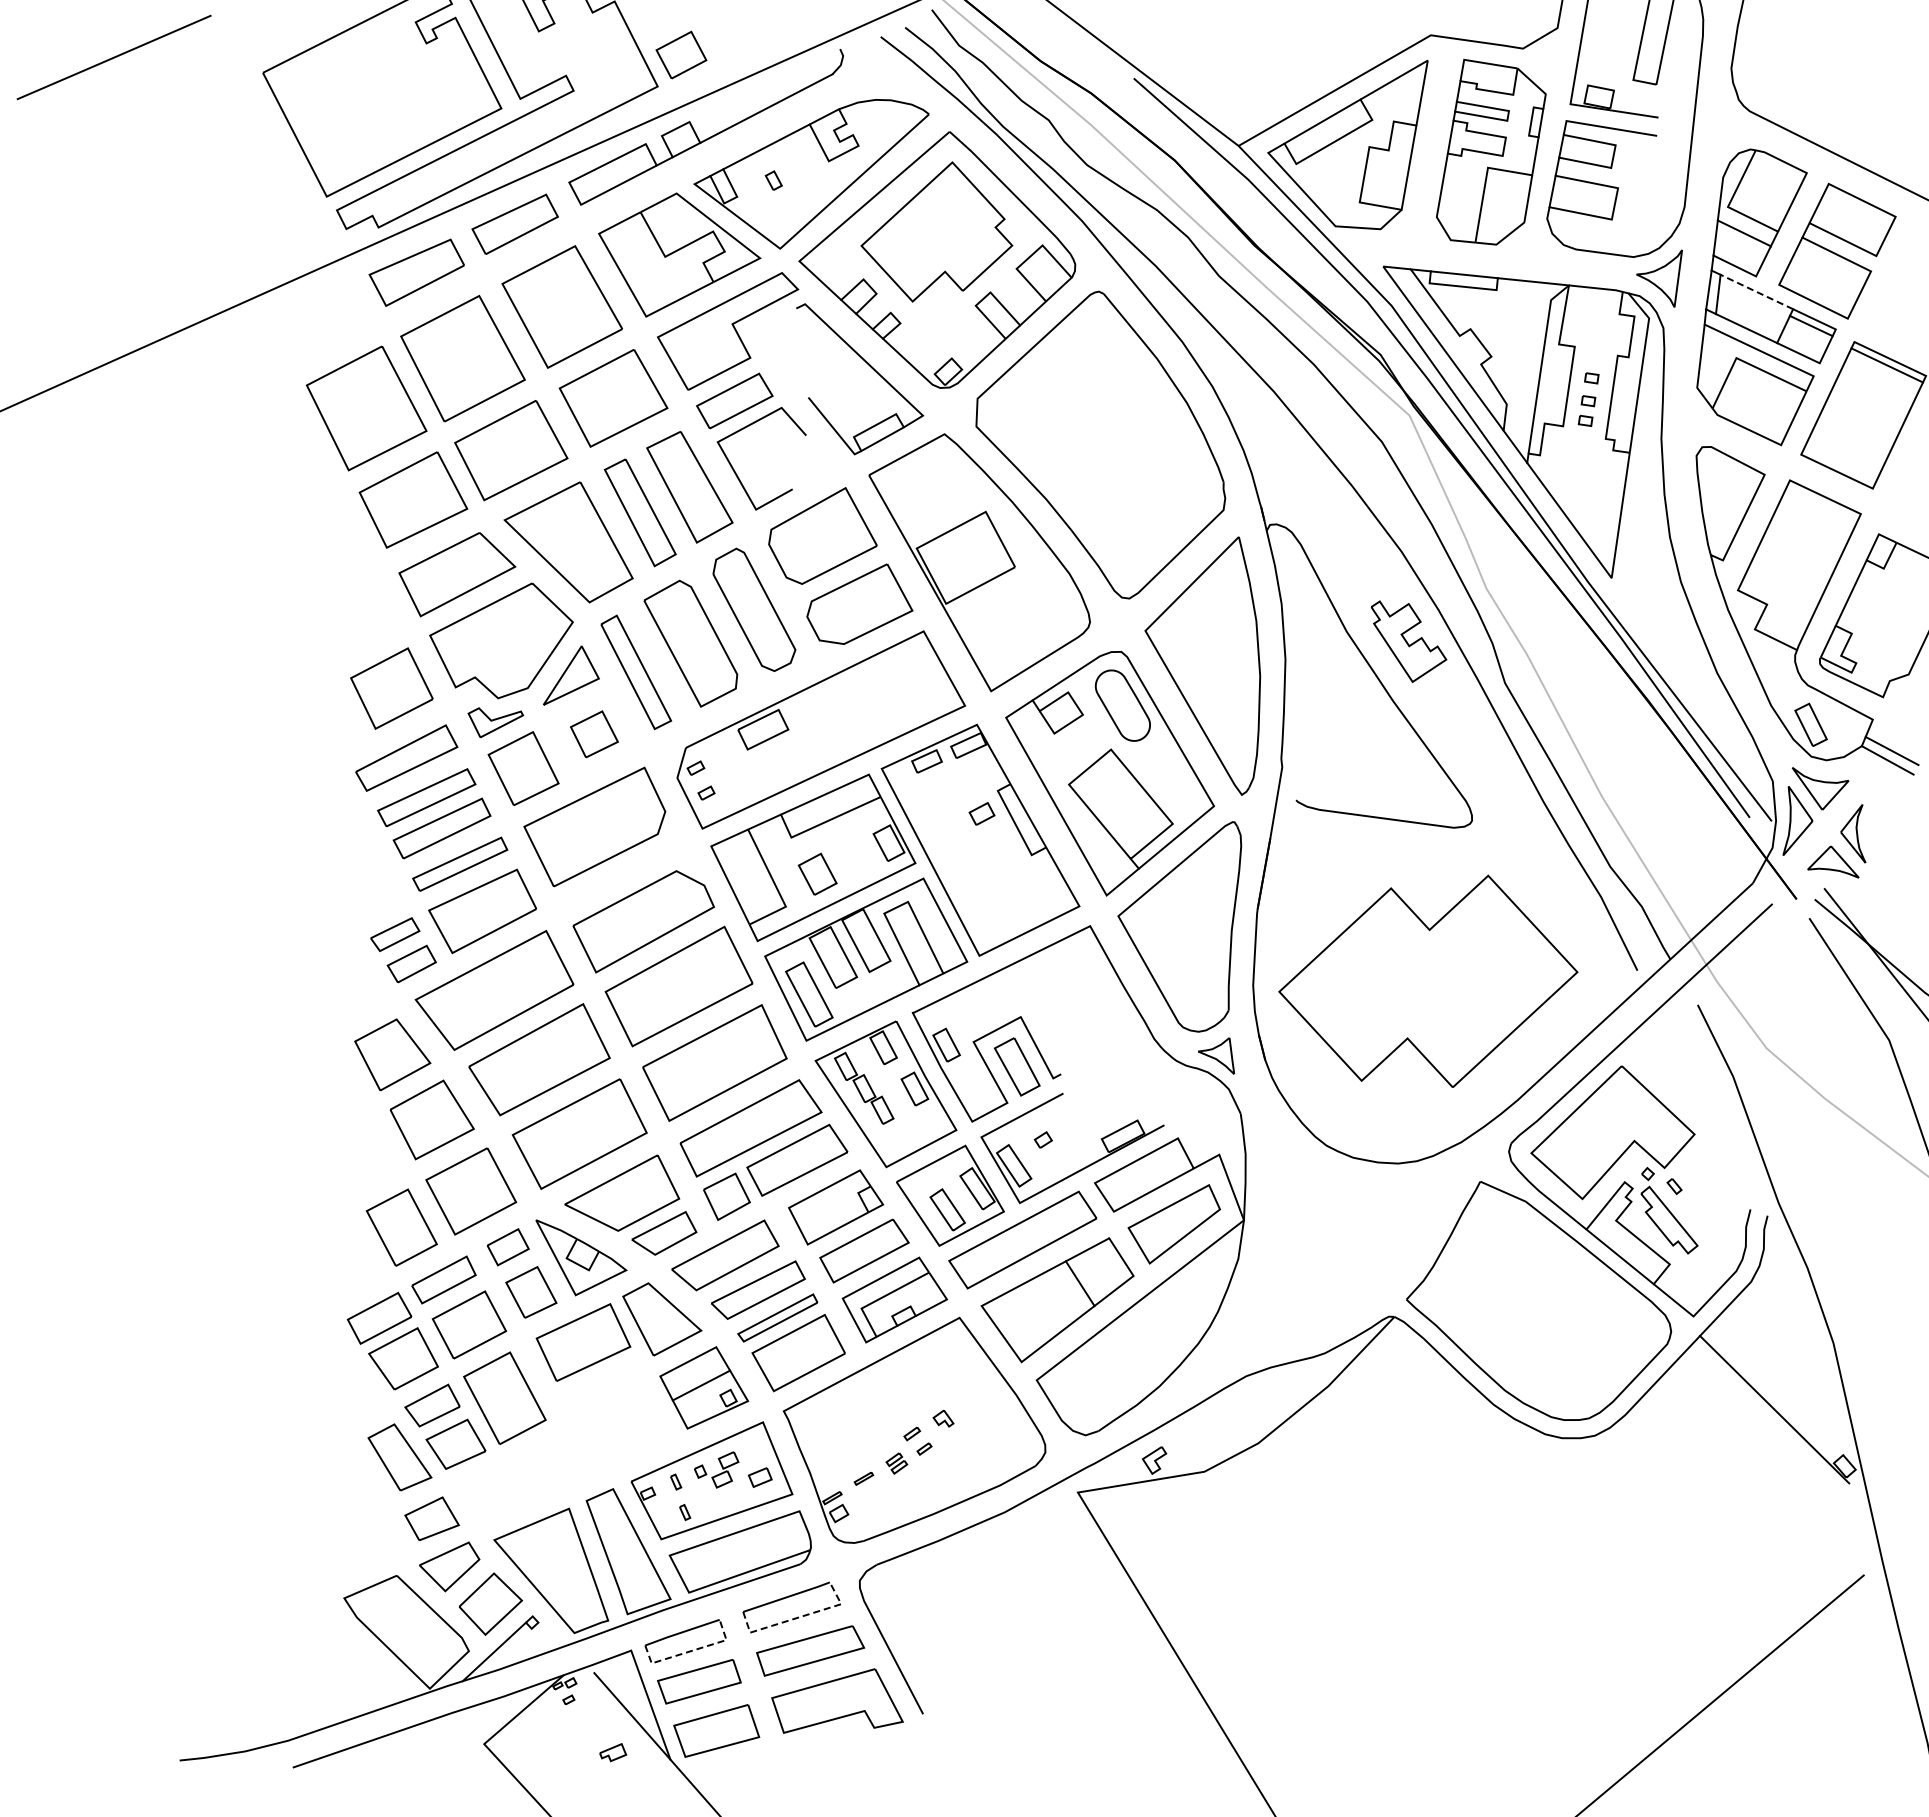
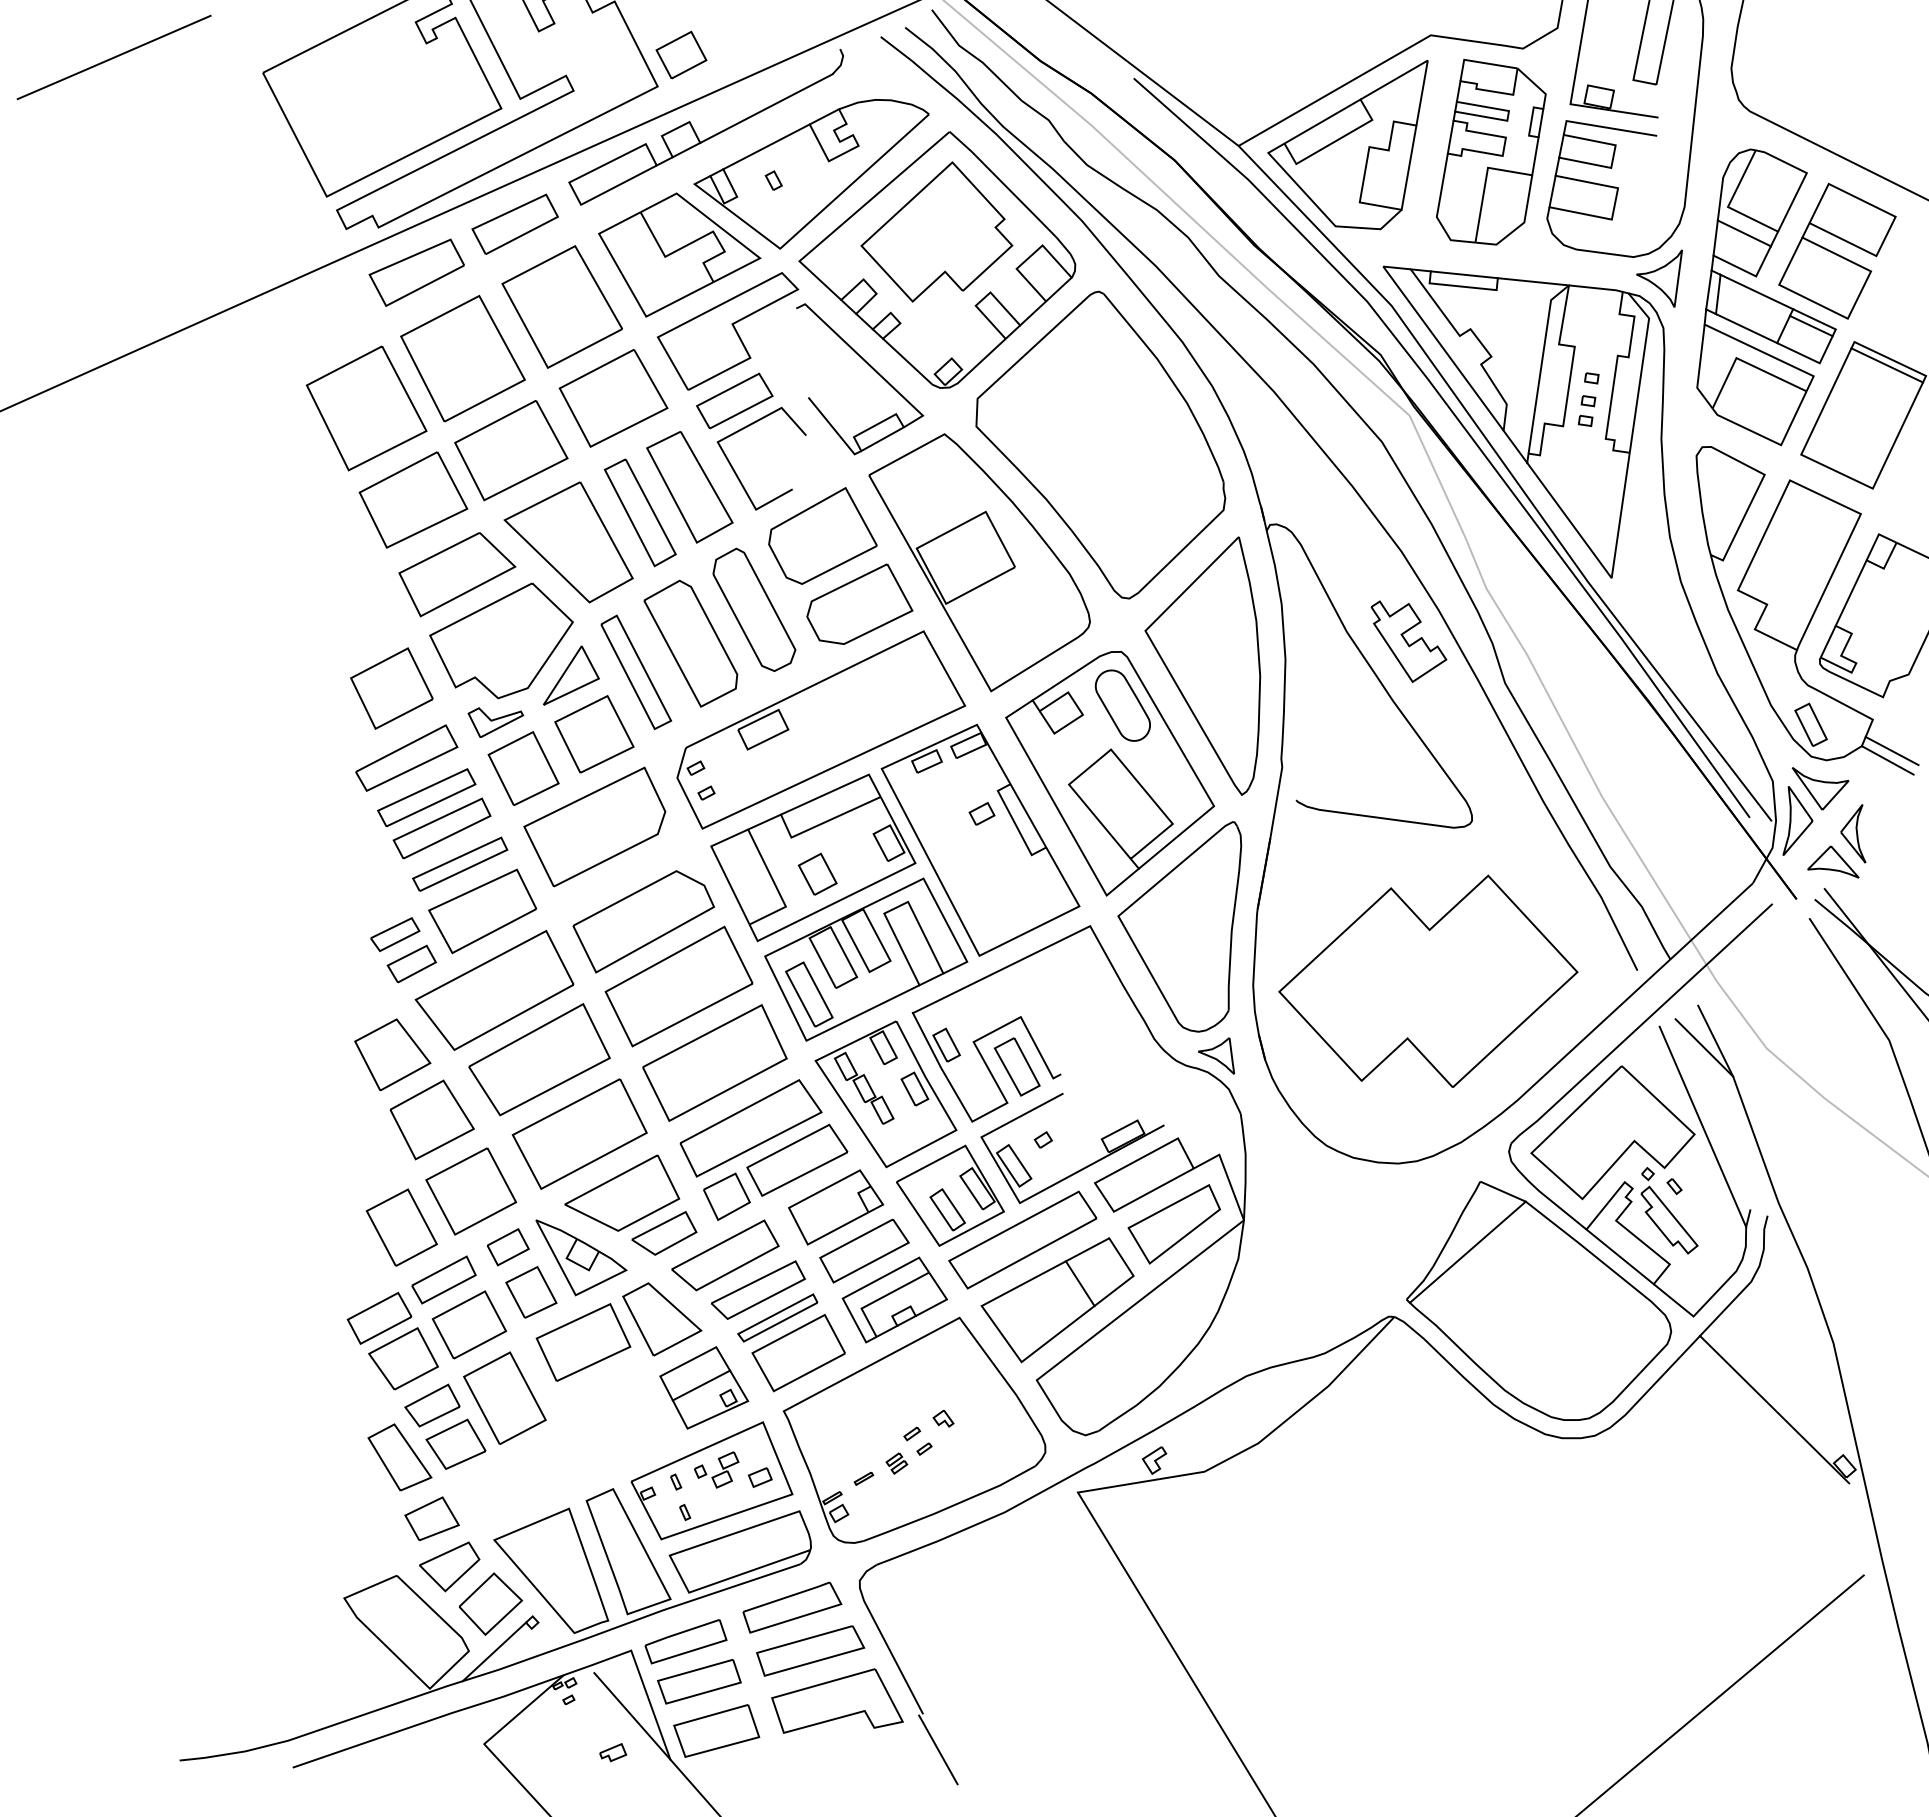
line at (1756, 291): dashed -> solid
part at (594, 734) size: 49x49 px -> 81x79 px
line at (1704, 1047): none -> present
line at (1702, 1126): none -> present
line at (1467, 1251): none -> present
line at (797, 1617): dashed -> solid
line at (690, 1651): dashed -> solid
line at (938, 1749): none -> present
